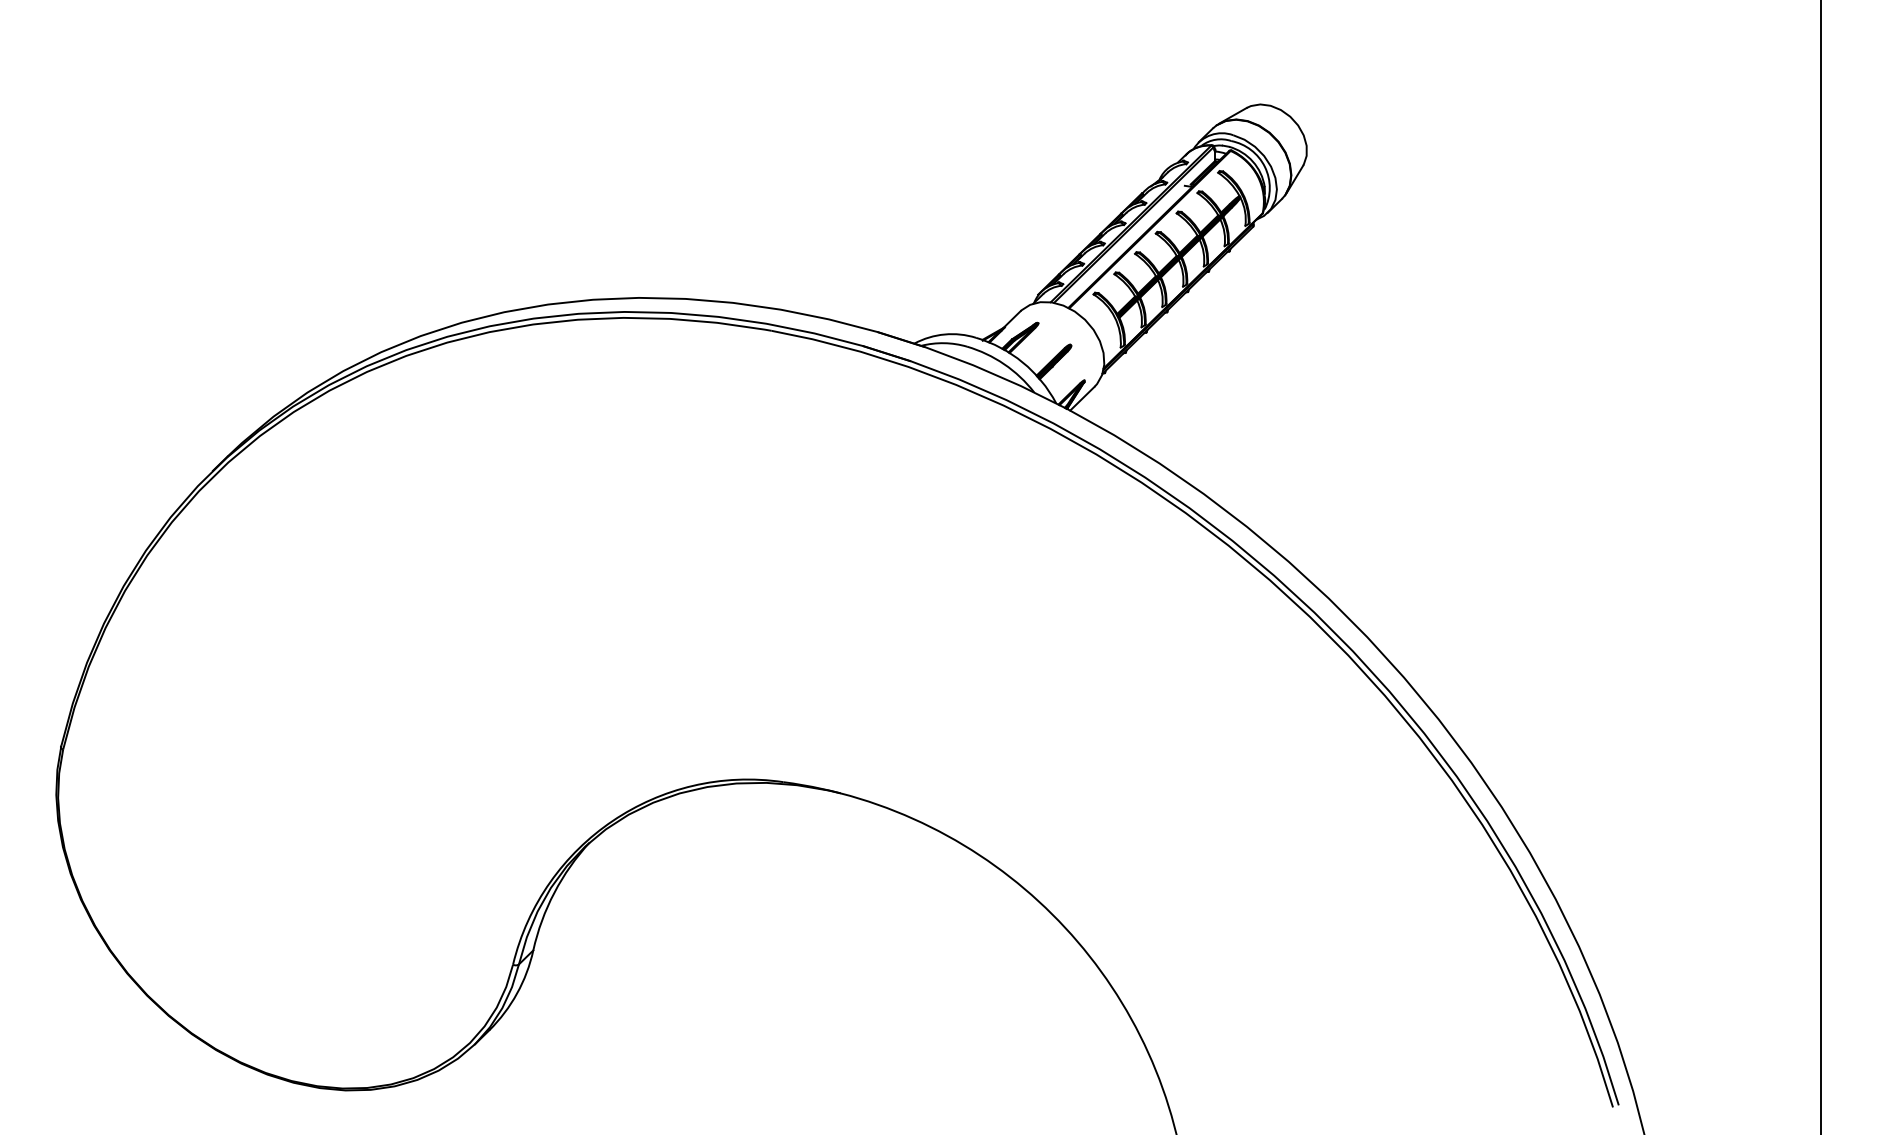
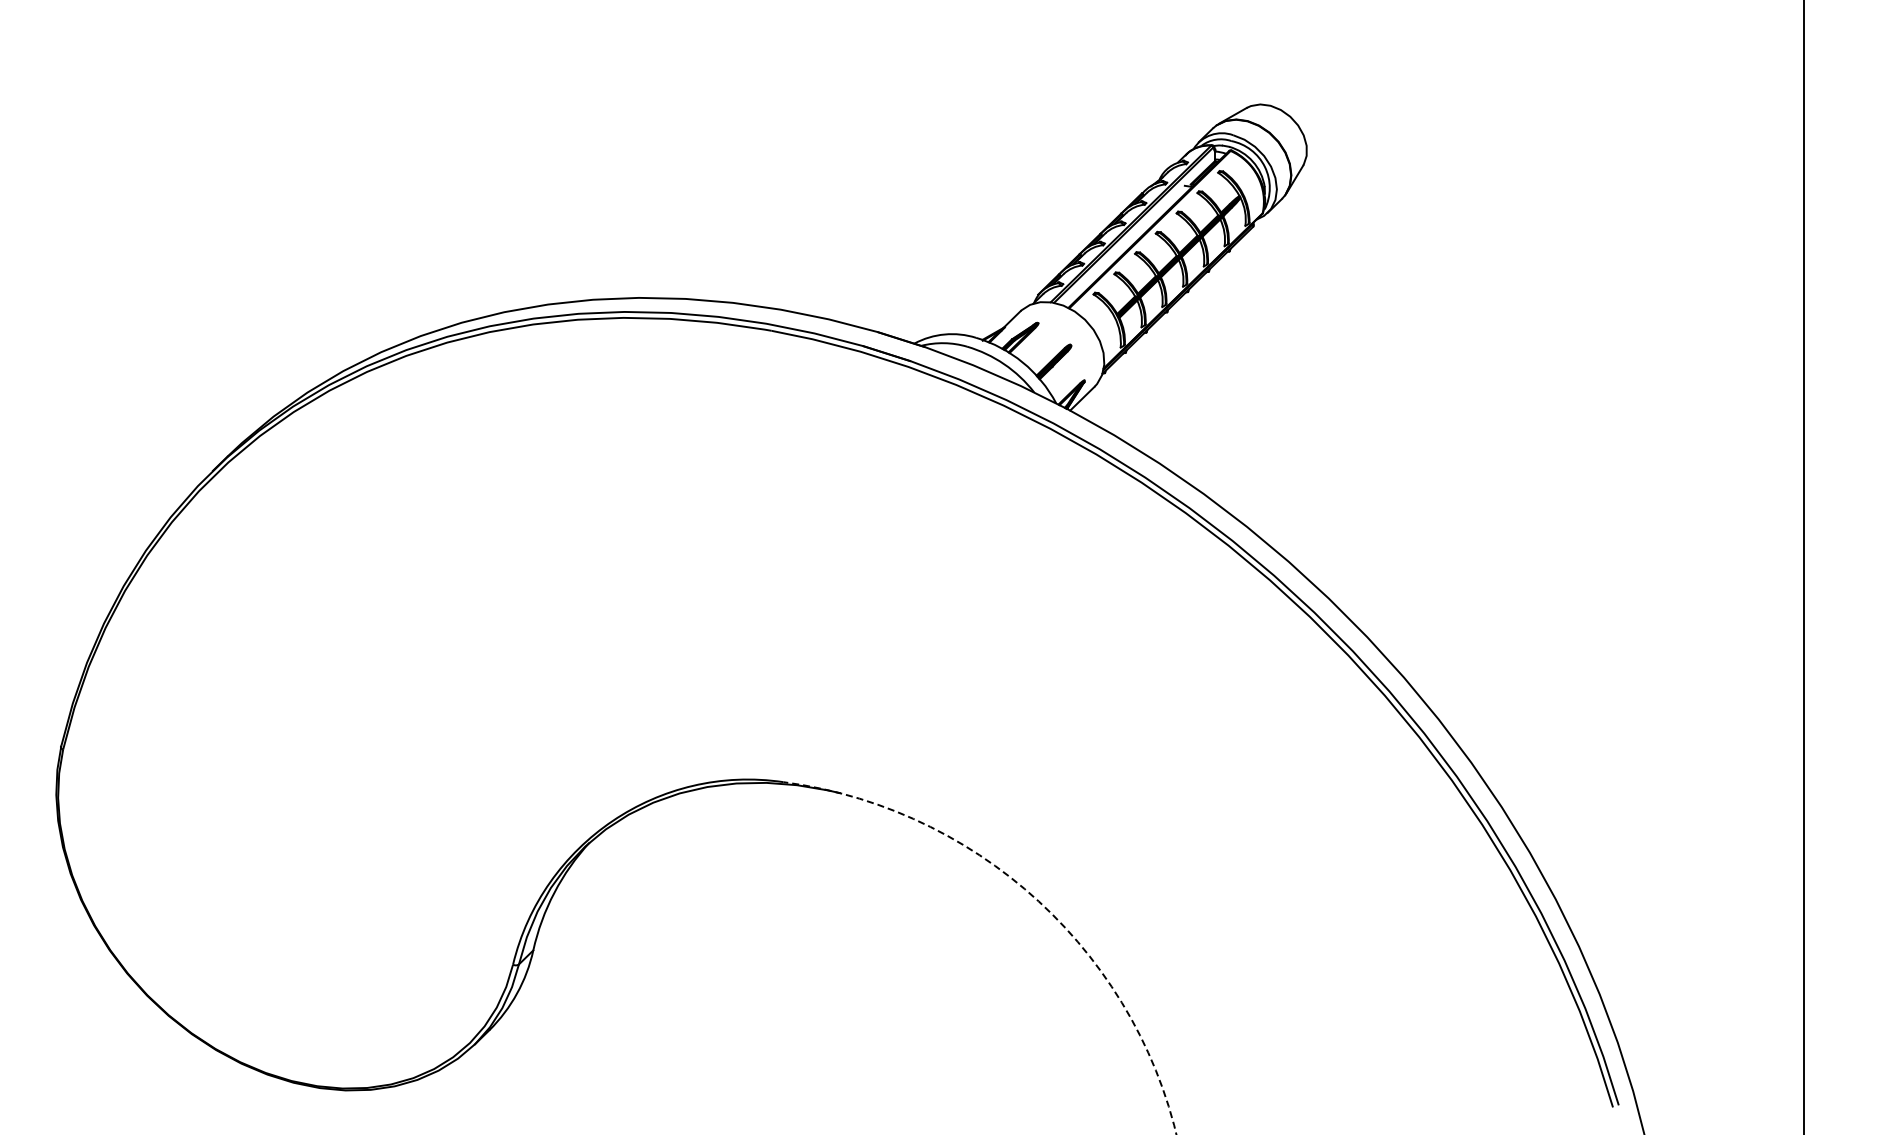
line at (1820, 566) position: (1820, 566) -> (1803, 566)
arc at (1034, 897): solid -> dashed
